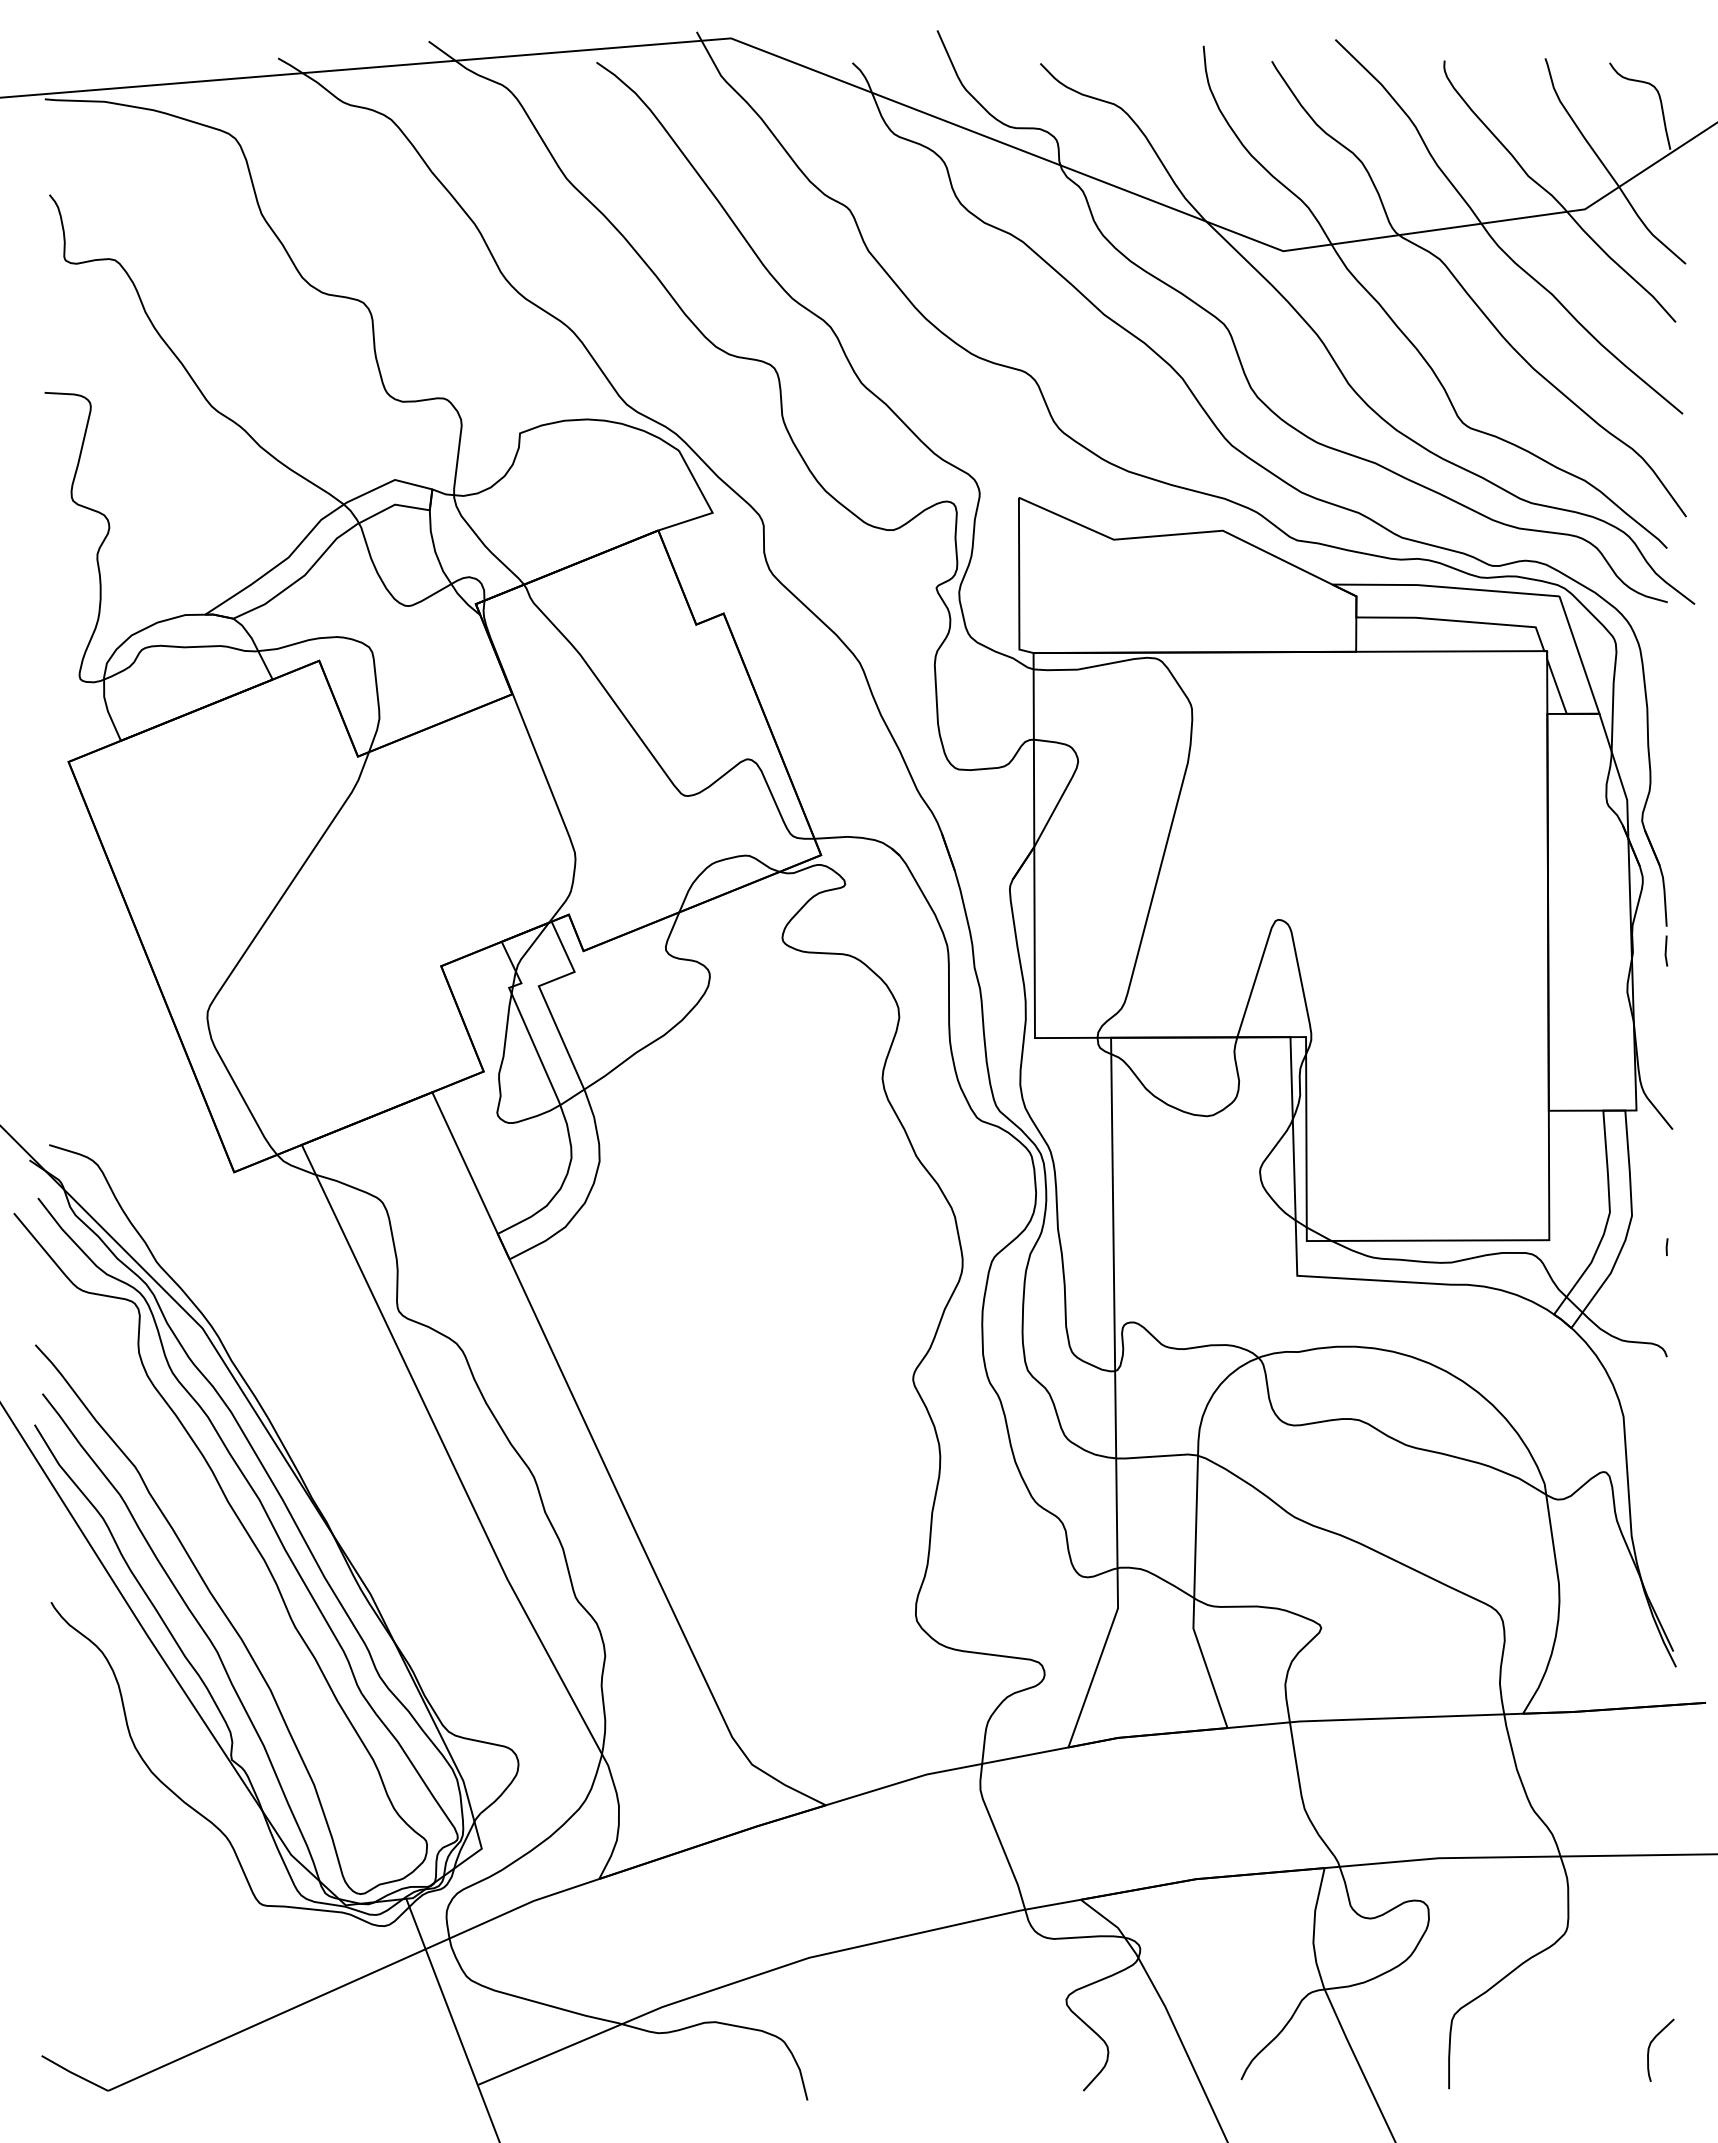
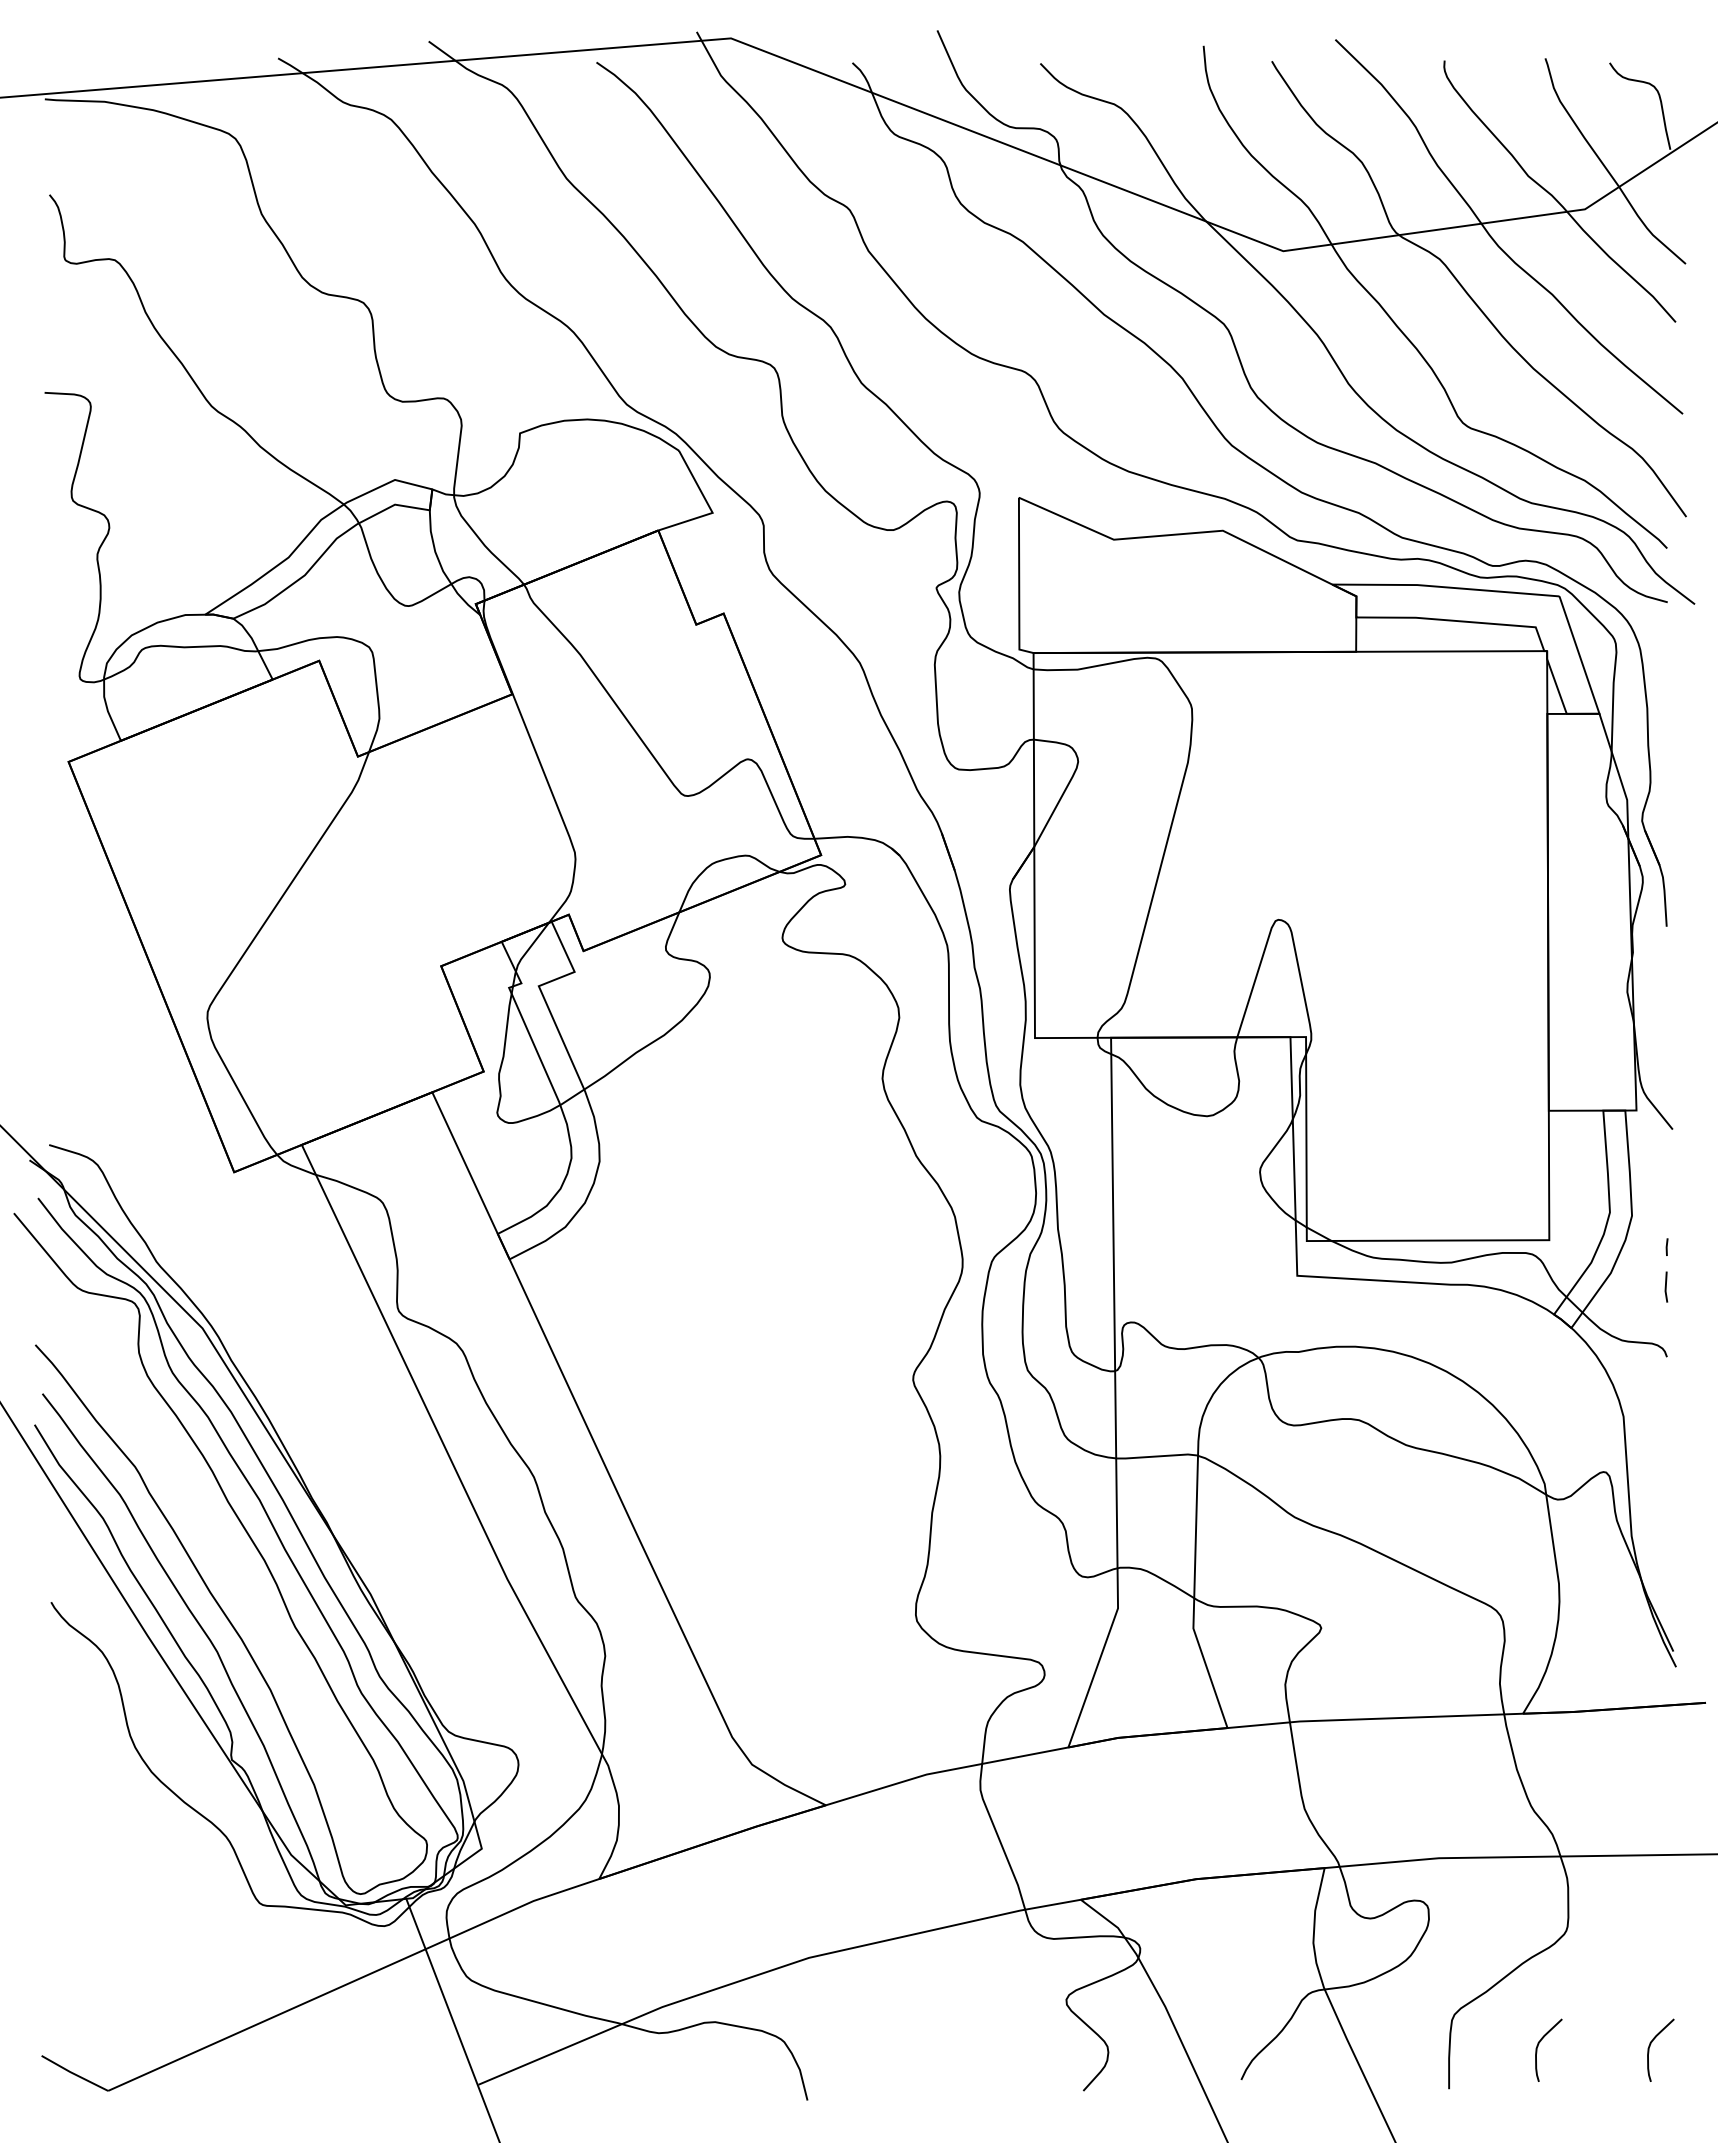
line at (1666, 950) position: (1666, 950) -> (1666, 1286)
curve at (1539, 2044): none -> present
